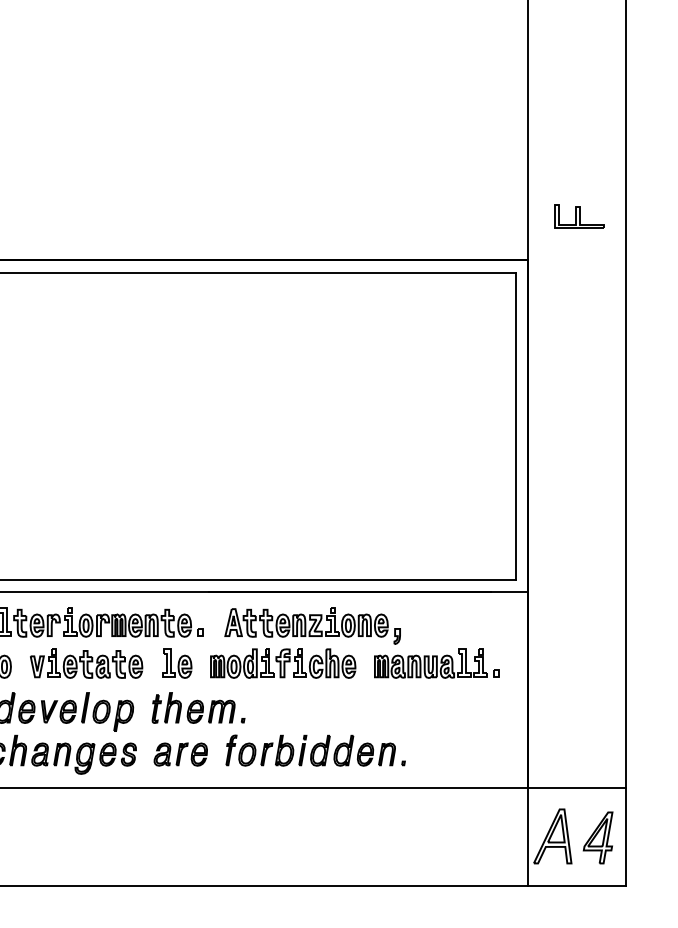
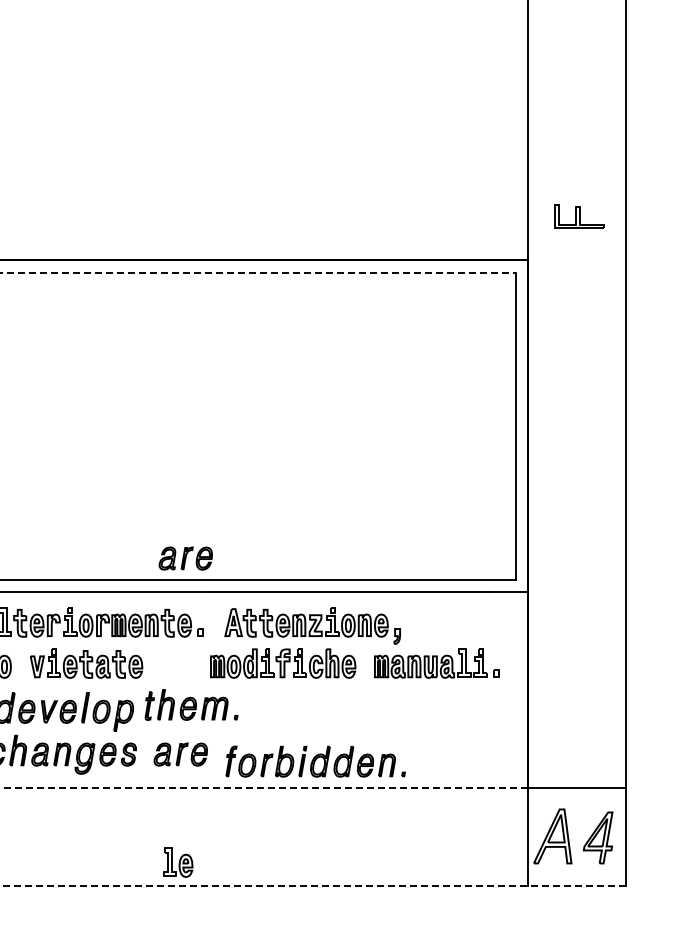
line at (258, 272): solid -> dashed
part at (185, 558): none -> present
part at (177, 663) position: (177, 663) -> (178, 862)
part at (198, 707) position: (198, 707) -> (191, 704)
part at (315, 750) position: (315, 750) -> (315, 761)
line at (264, 788): solid -> dashed
line at (313, 886): solid -> dashed
